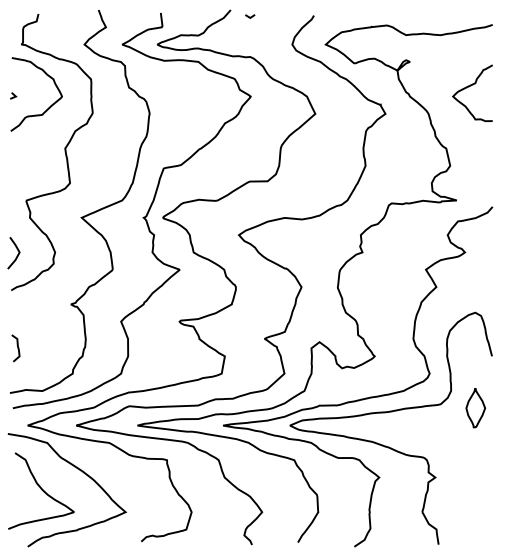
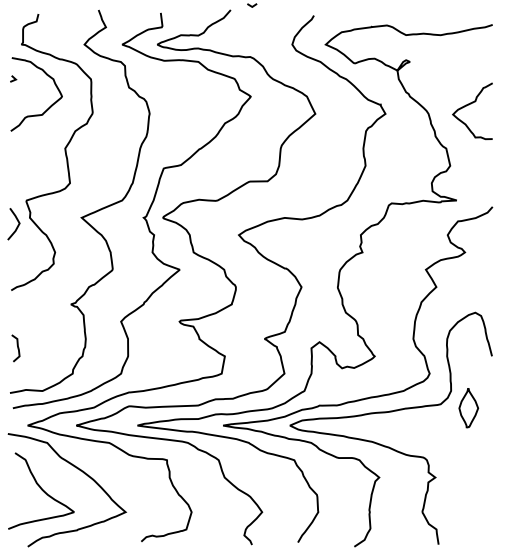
line at (250, 16) position: (250, 16) -> (252, 5)
curve at (469, 87) position: (469, 87) -> (469, 105)
line at (13, 95) position: (13, 95) -> (13, 78)
line at (16, 255) position: (16, 255) -> (16, 226)
part at (475, 408) position: (475, 408) -> (468, 408)
